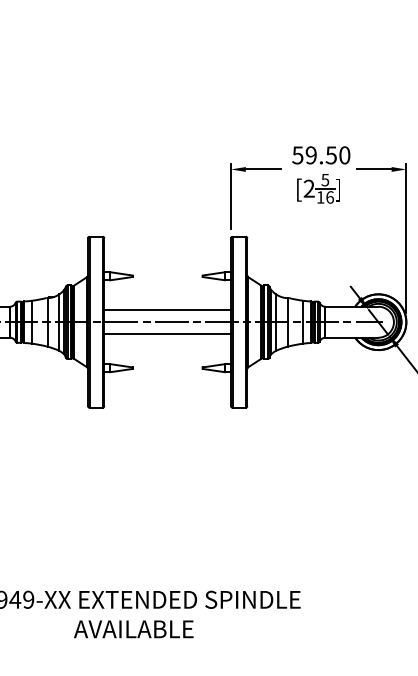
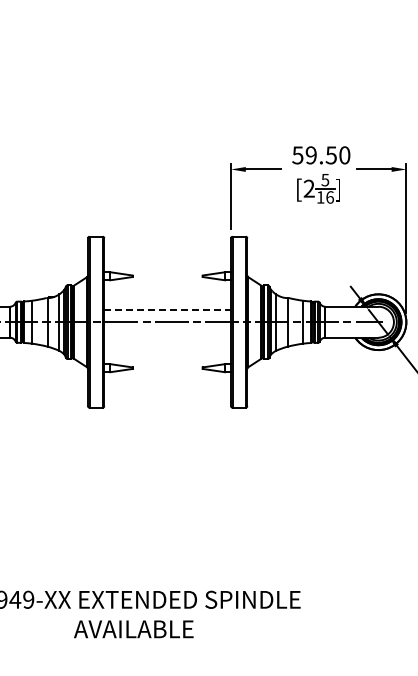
line at (168, 310): solid -> dashed
line at (167, 333): present -> none
